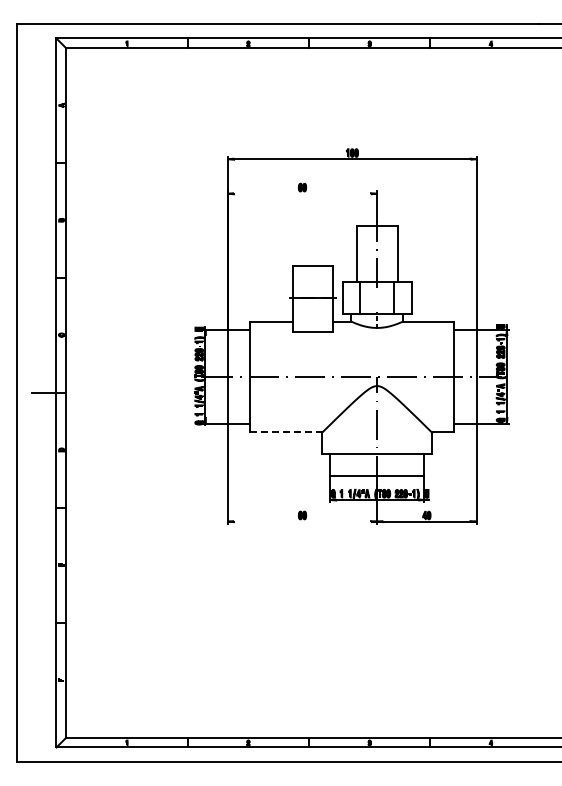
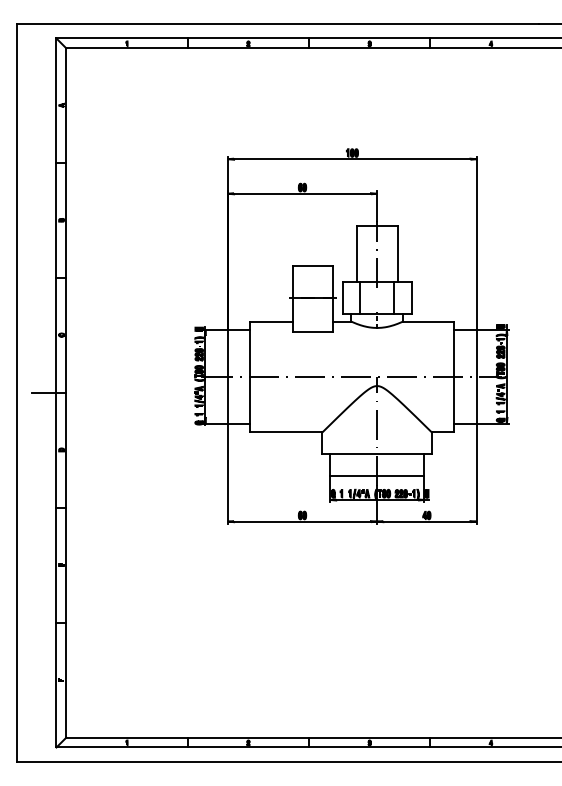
line at (302, 193): none -> present
line at (286, 432): dashed -> solid
line at (302, 521): none -> present
